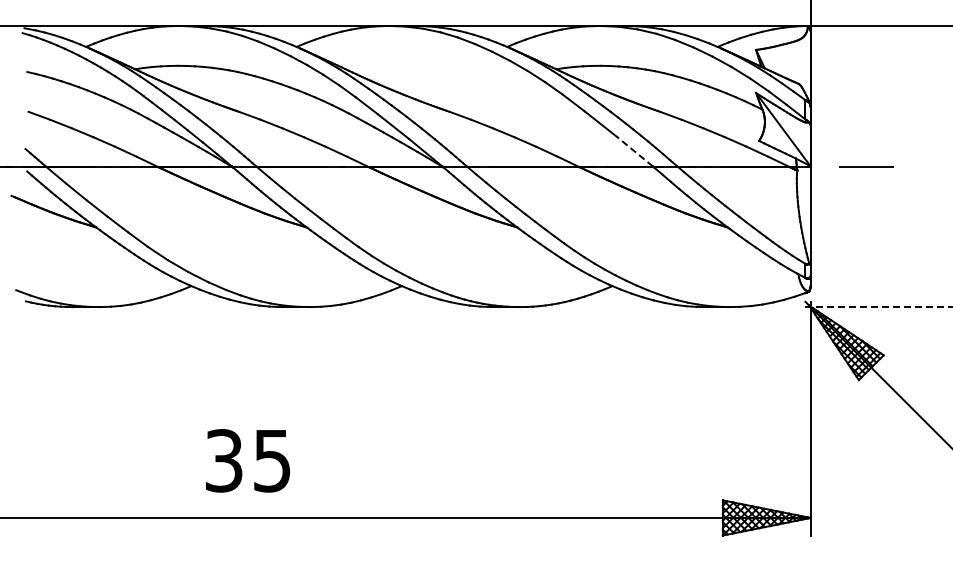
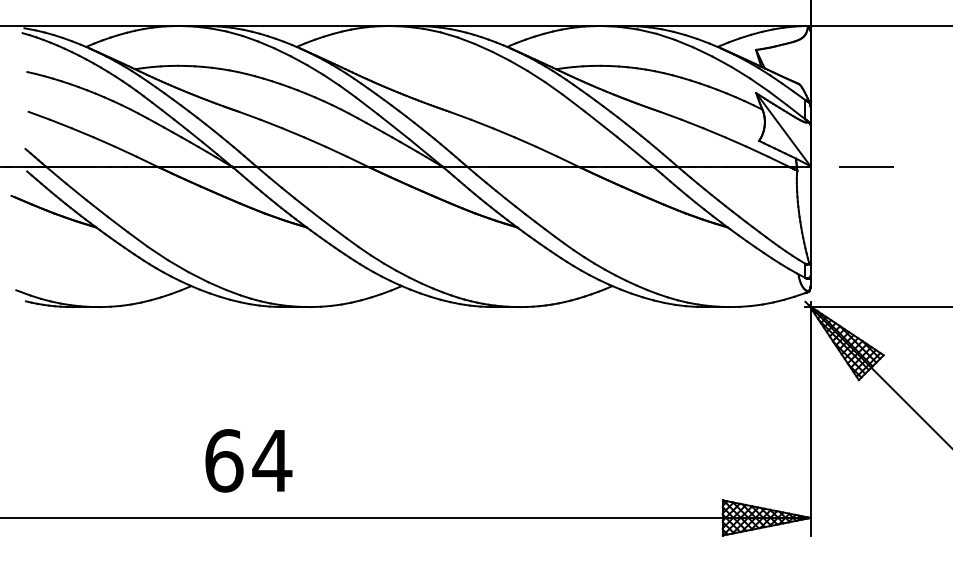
line at (634, 151): dashed -> solid
line at (879, 307): dashed -> solid
text at (248, 460): 35 -> 64
